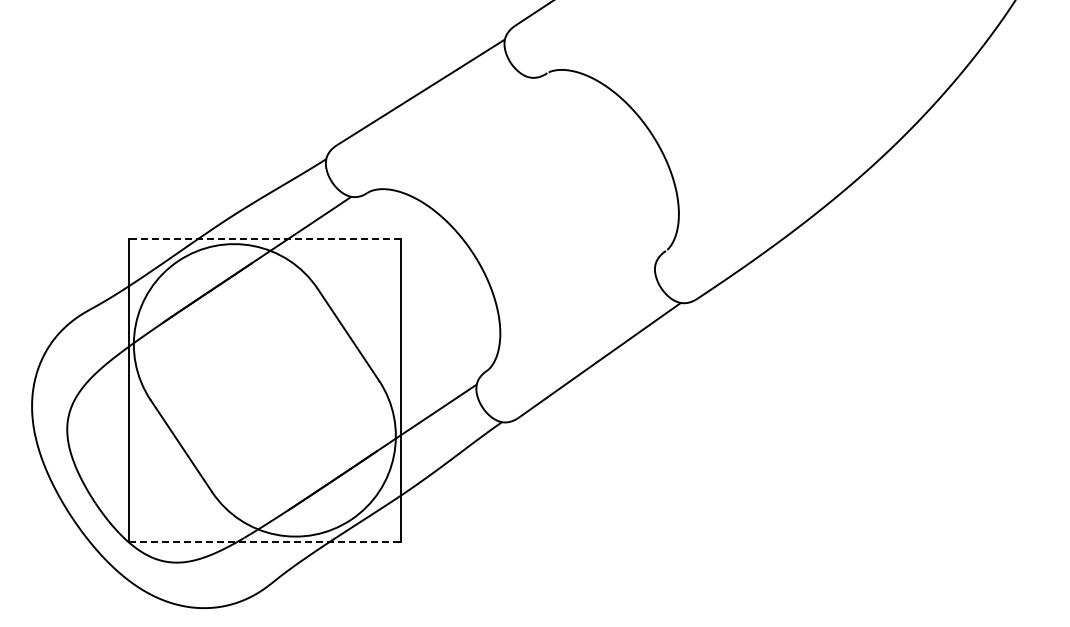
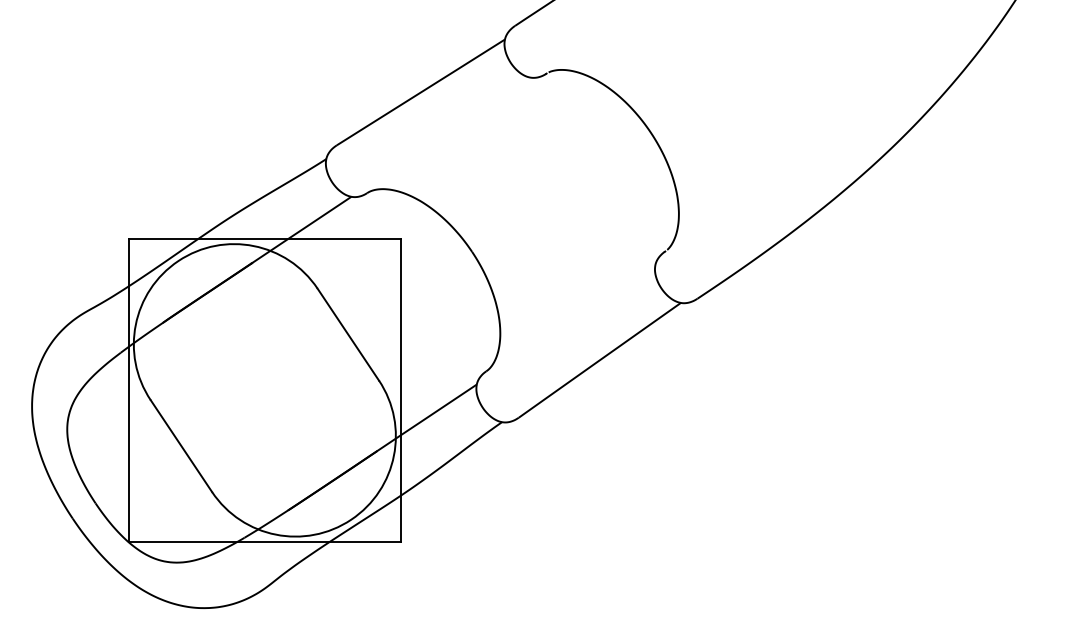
line at (264, 239): dashed -> solid
line at (265, 541): dashed -> solid
